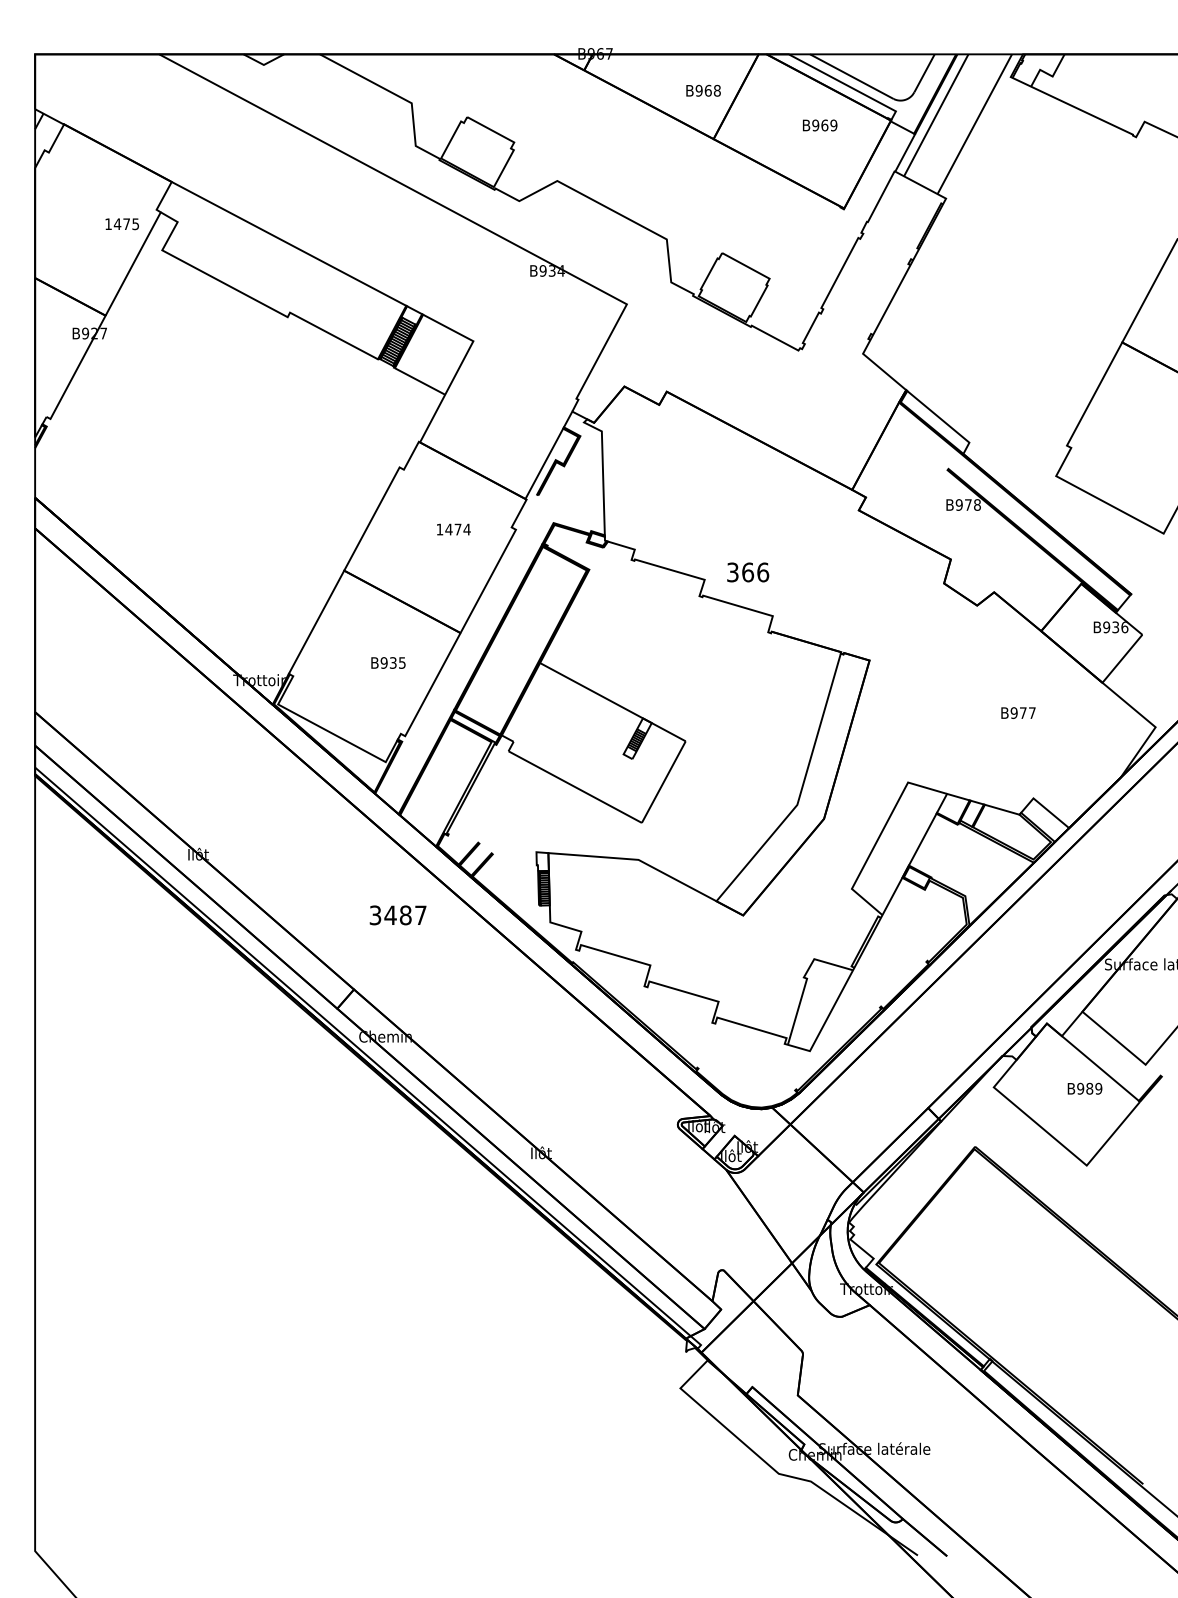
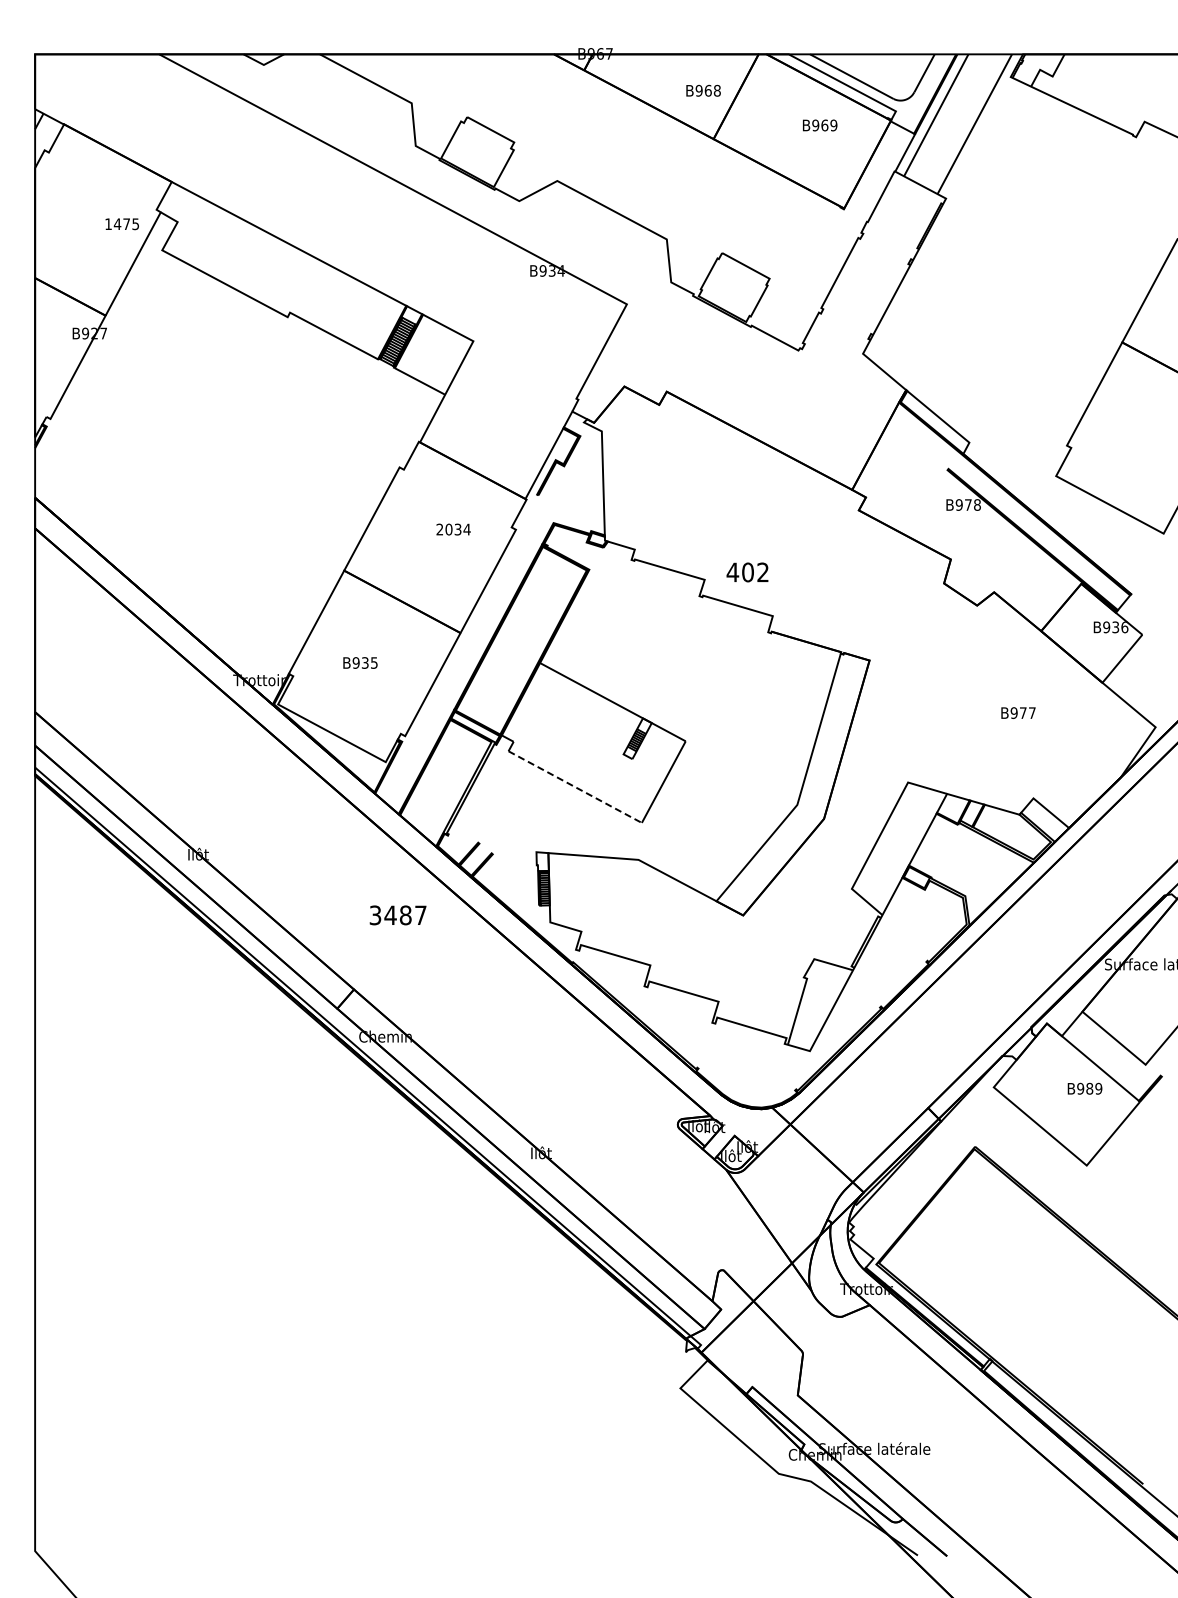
text at (448, 529): 1474 -> 2034
text at (747, 572): 366 -> 402
text at (388, 662) position: (388, 662) -> (360, 662)
line at (575, 787): solid -> dashed
